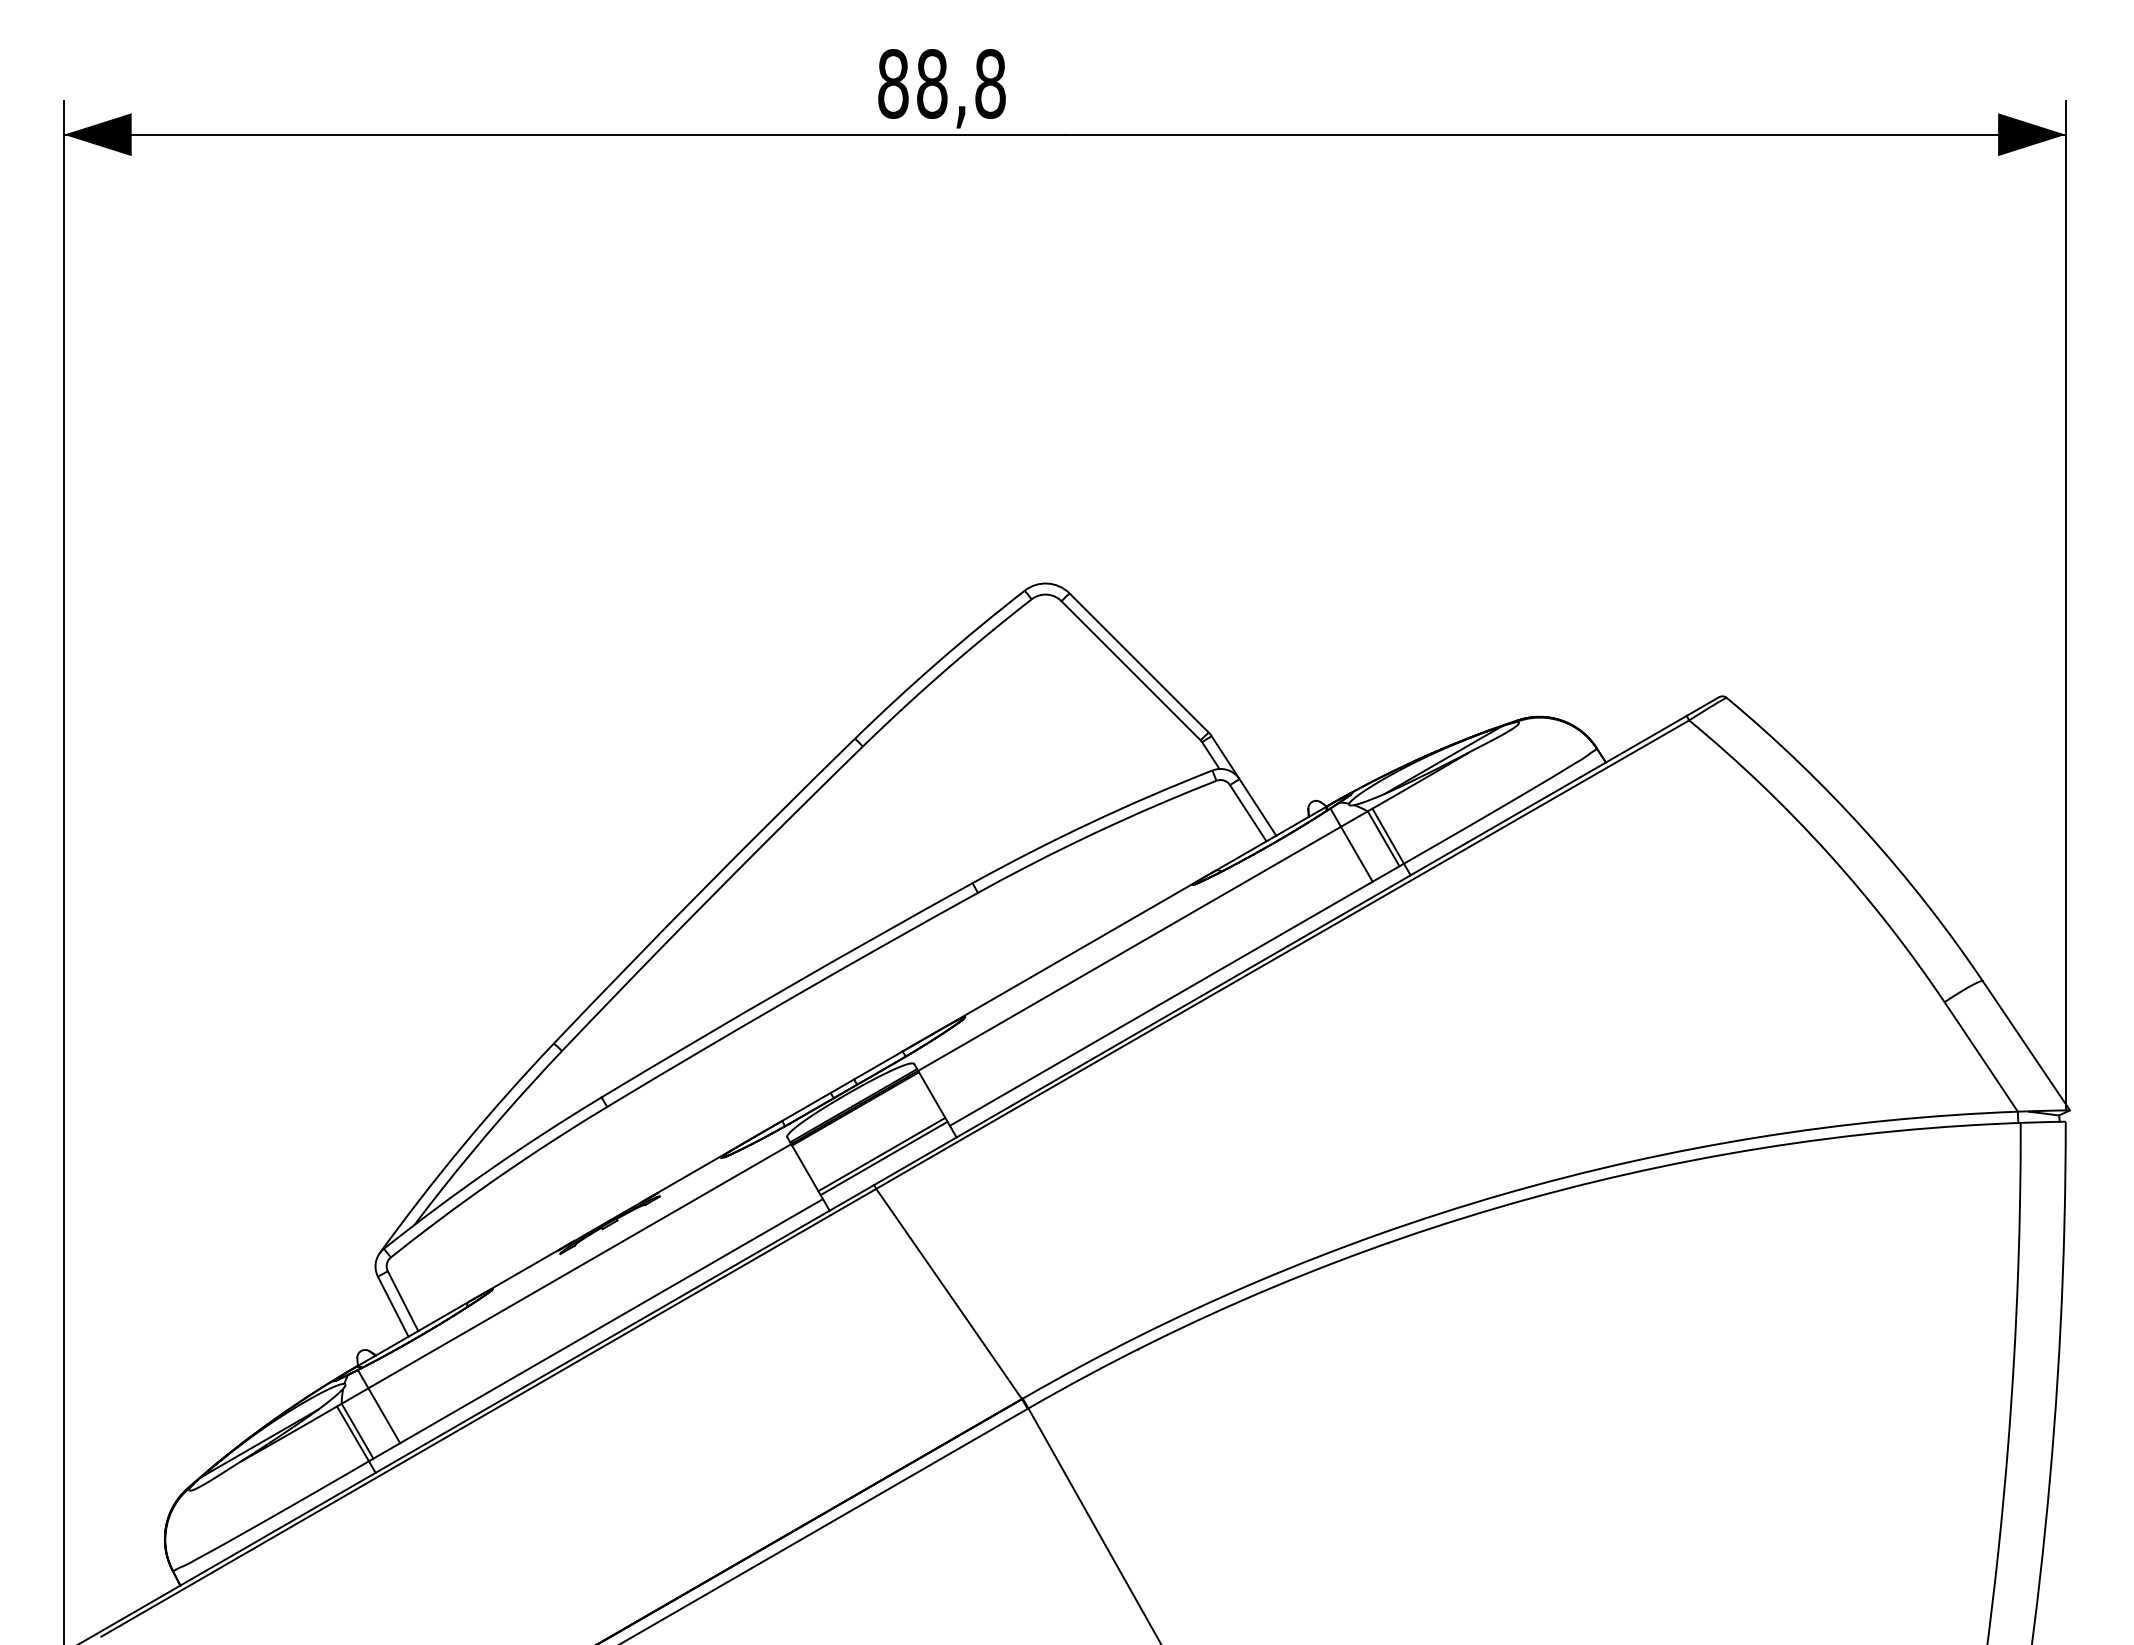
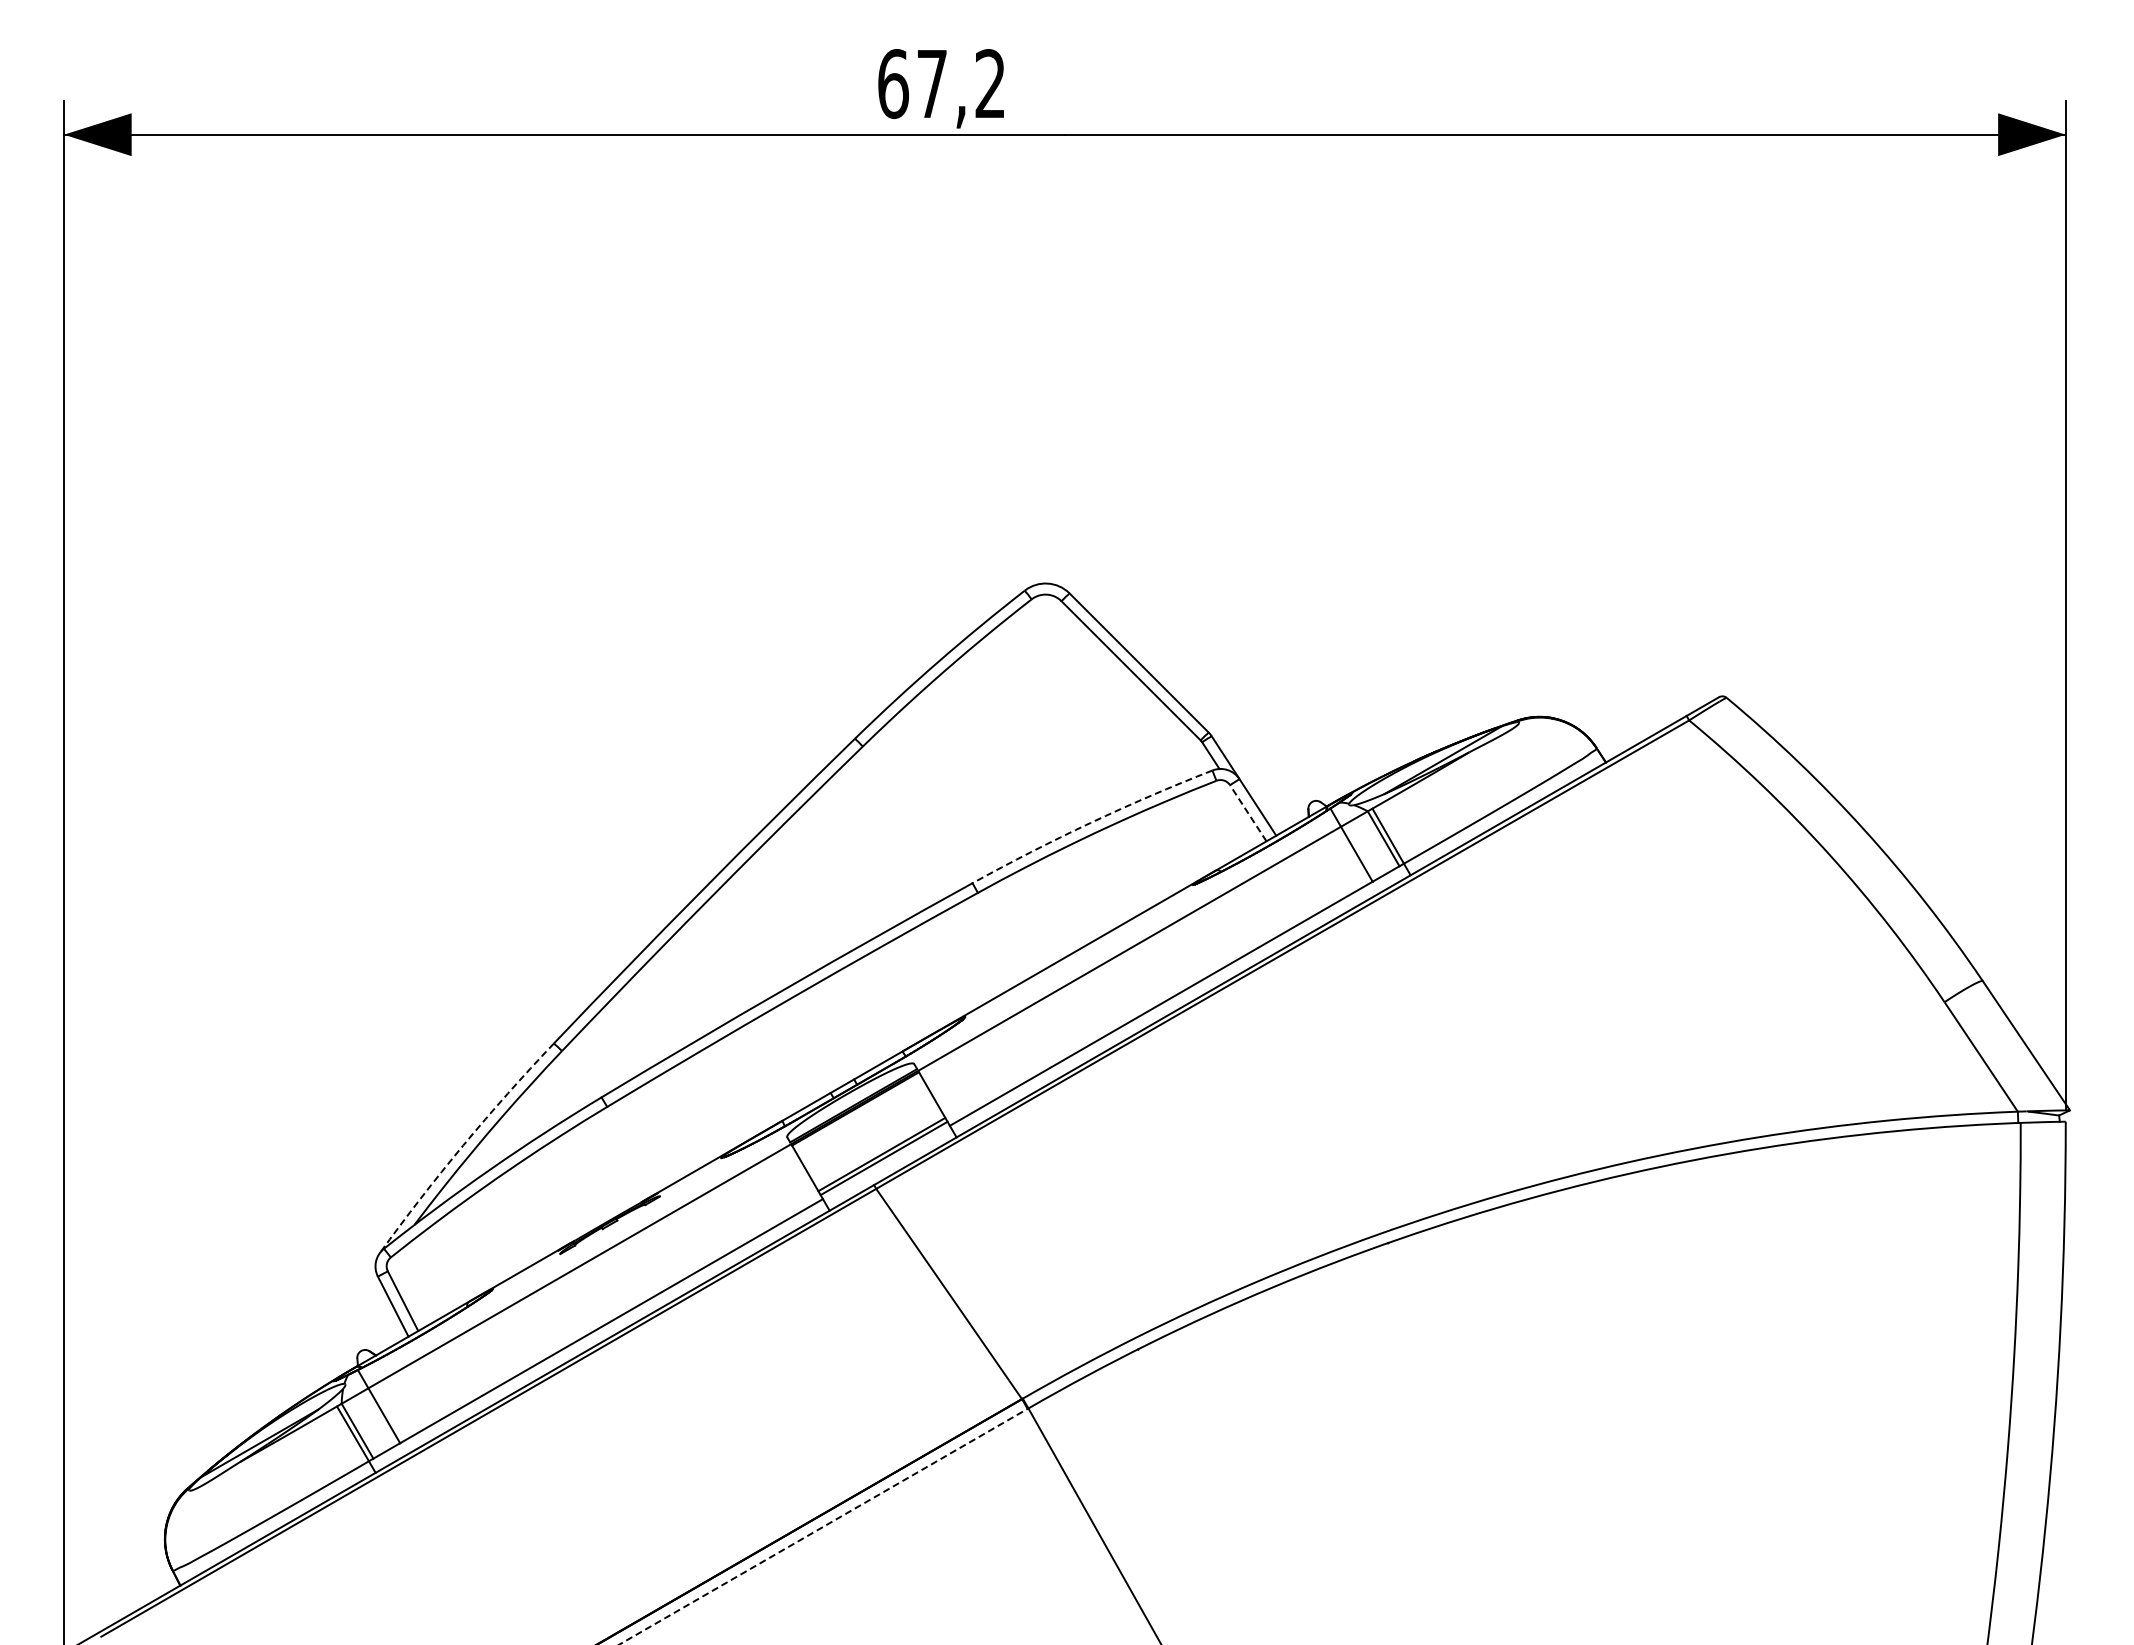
text at (941, 84): 88,8 -> 67,2
line at (1248, 812): solid -> dashed
arc at (1090, 822): solid -> dashed
arc at (463, 1145): solid -> dashed
line at (824, 1526): solid -> dashed
